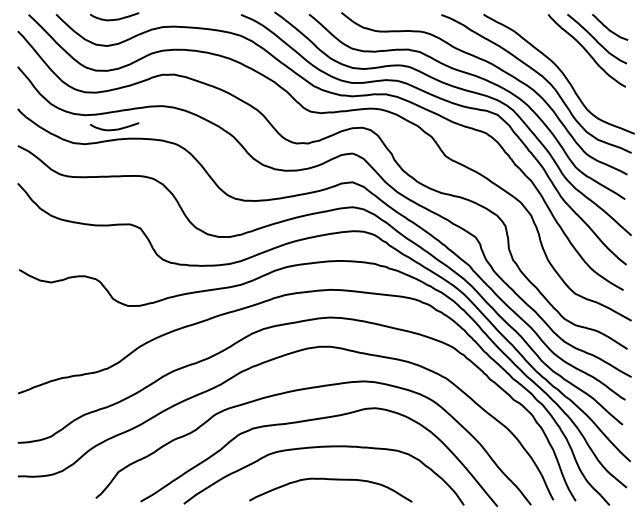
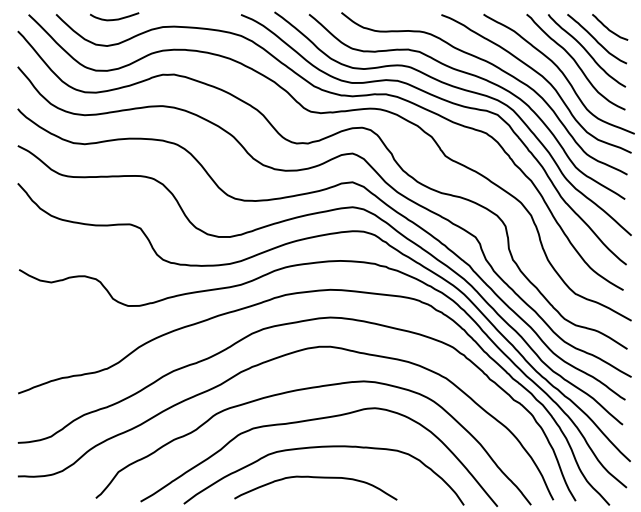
curve at (575, 62): none -> present
curve at (115, 128): present -> none
curve at (330, 480) position: (330, 480) -> (315, 478)
